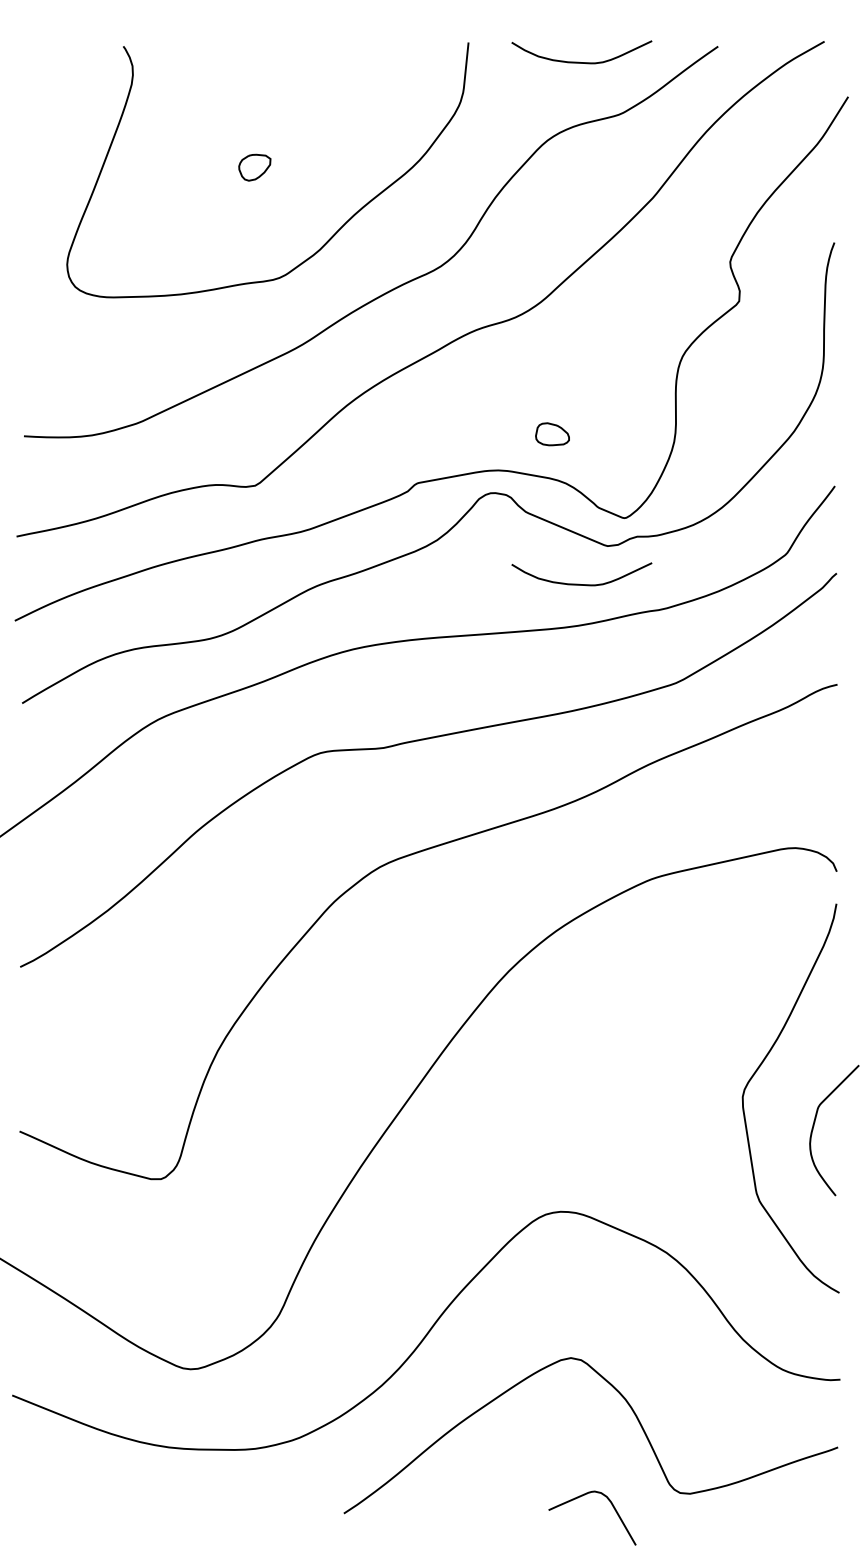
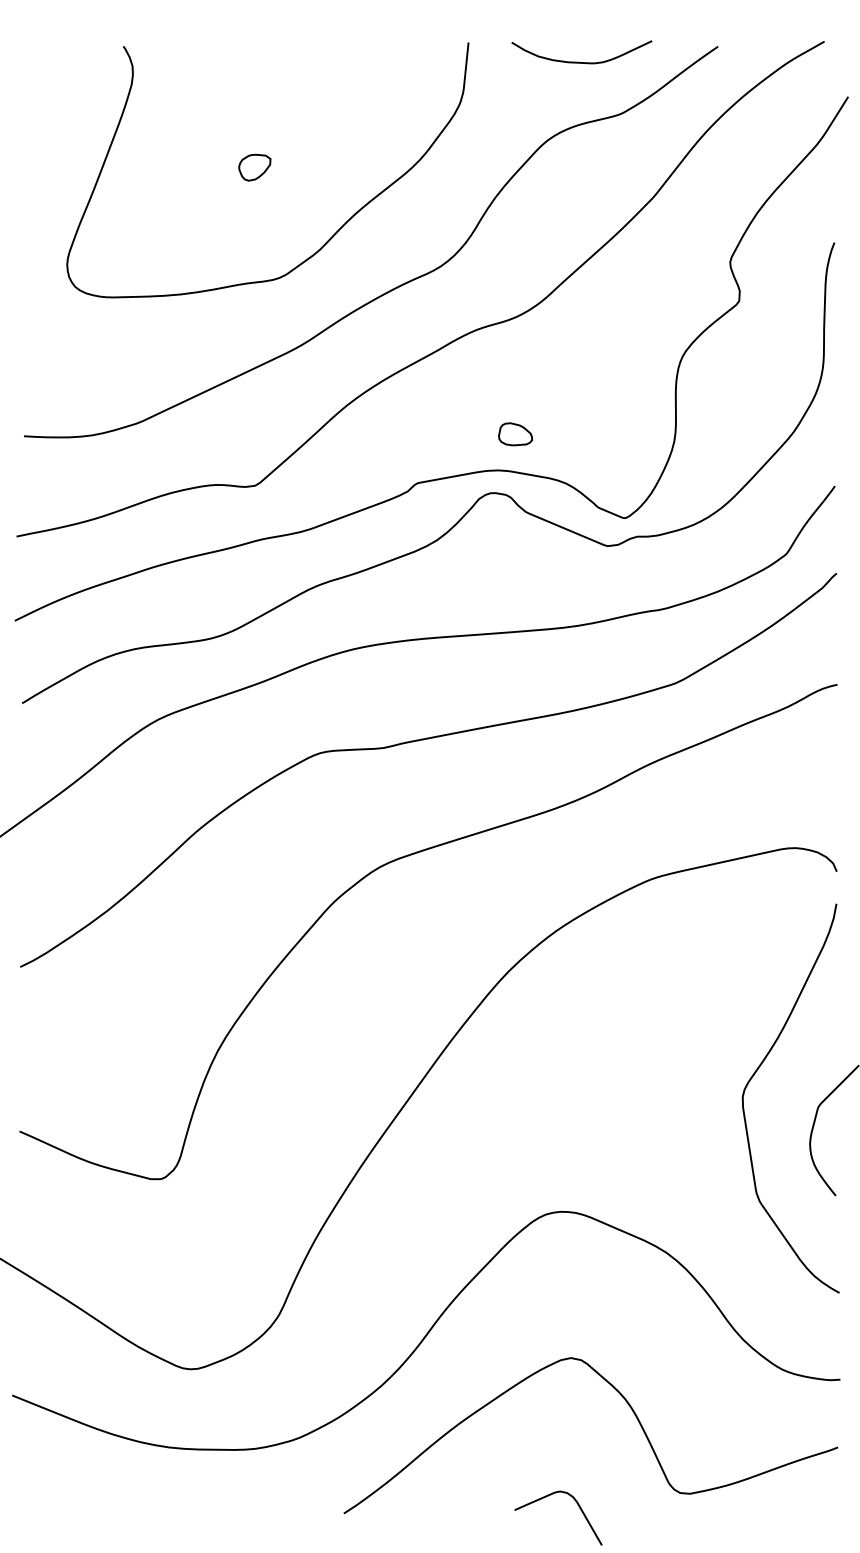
part at (552, 434) position: (552, 434) -> (515, 434)
curve at (579, 583): present -> none
curve at (611, 1505) position: (611, 1505) -> (577, 1505)
